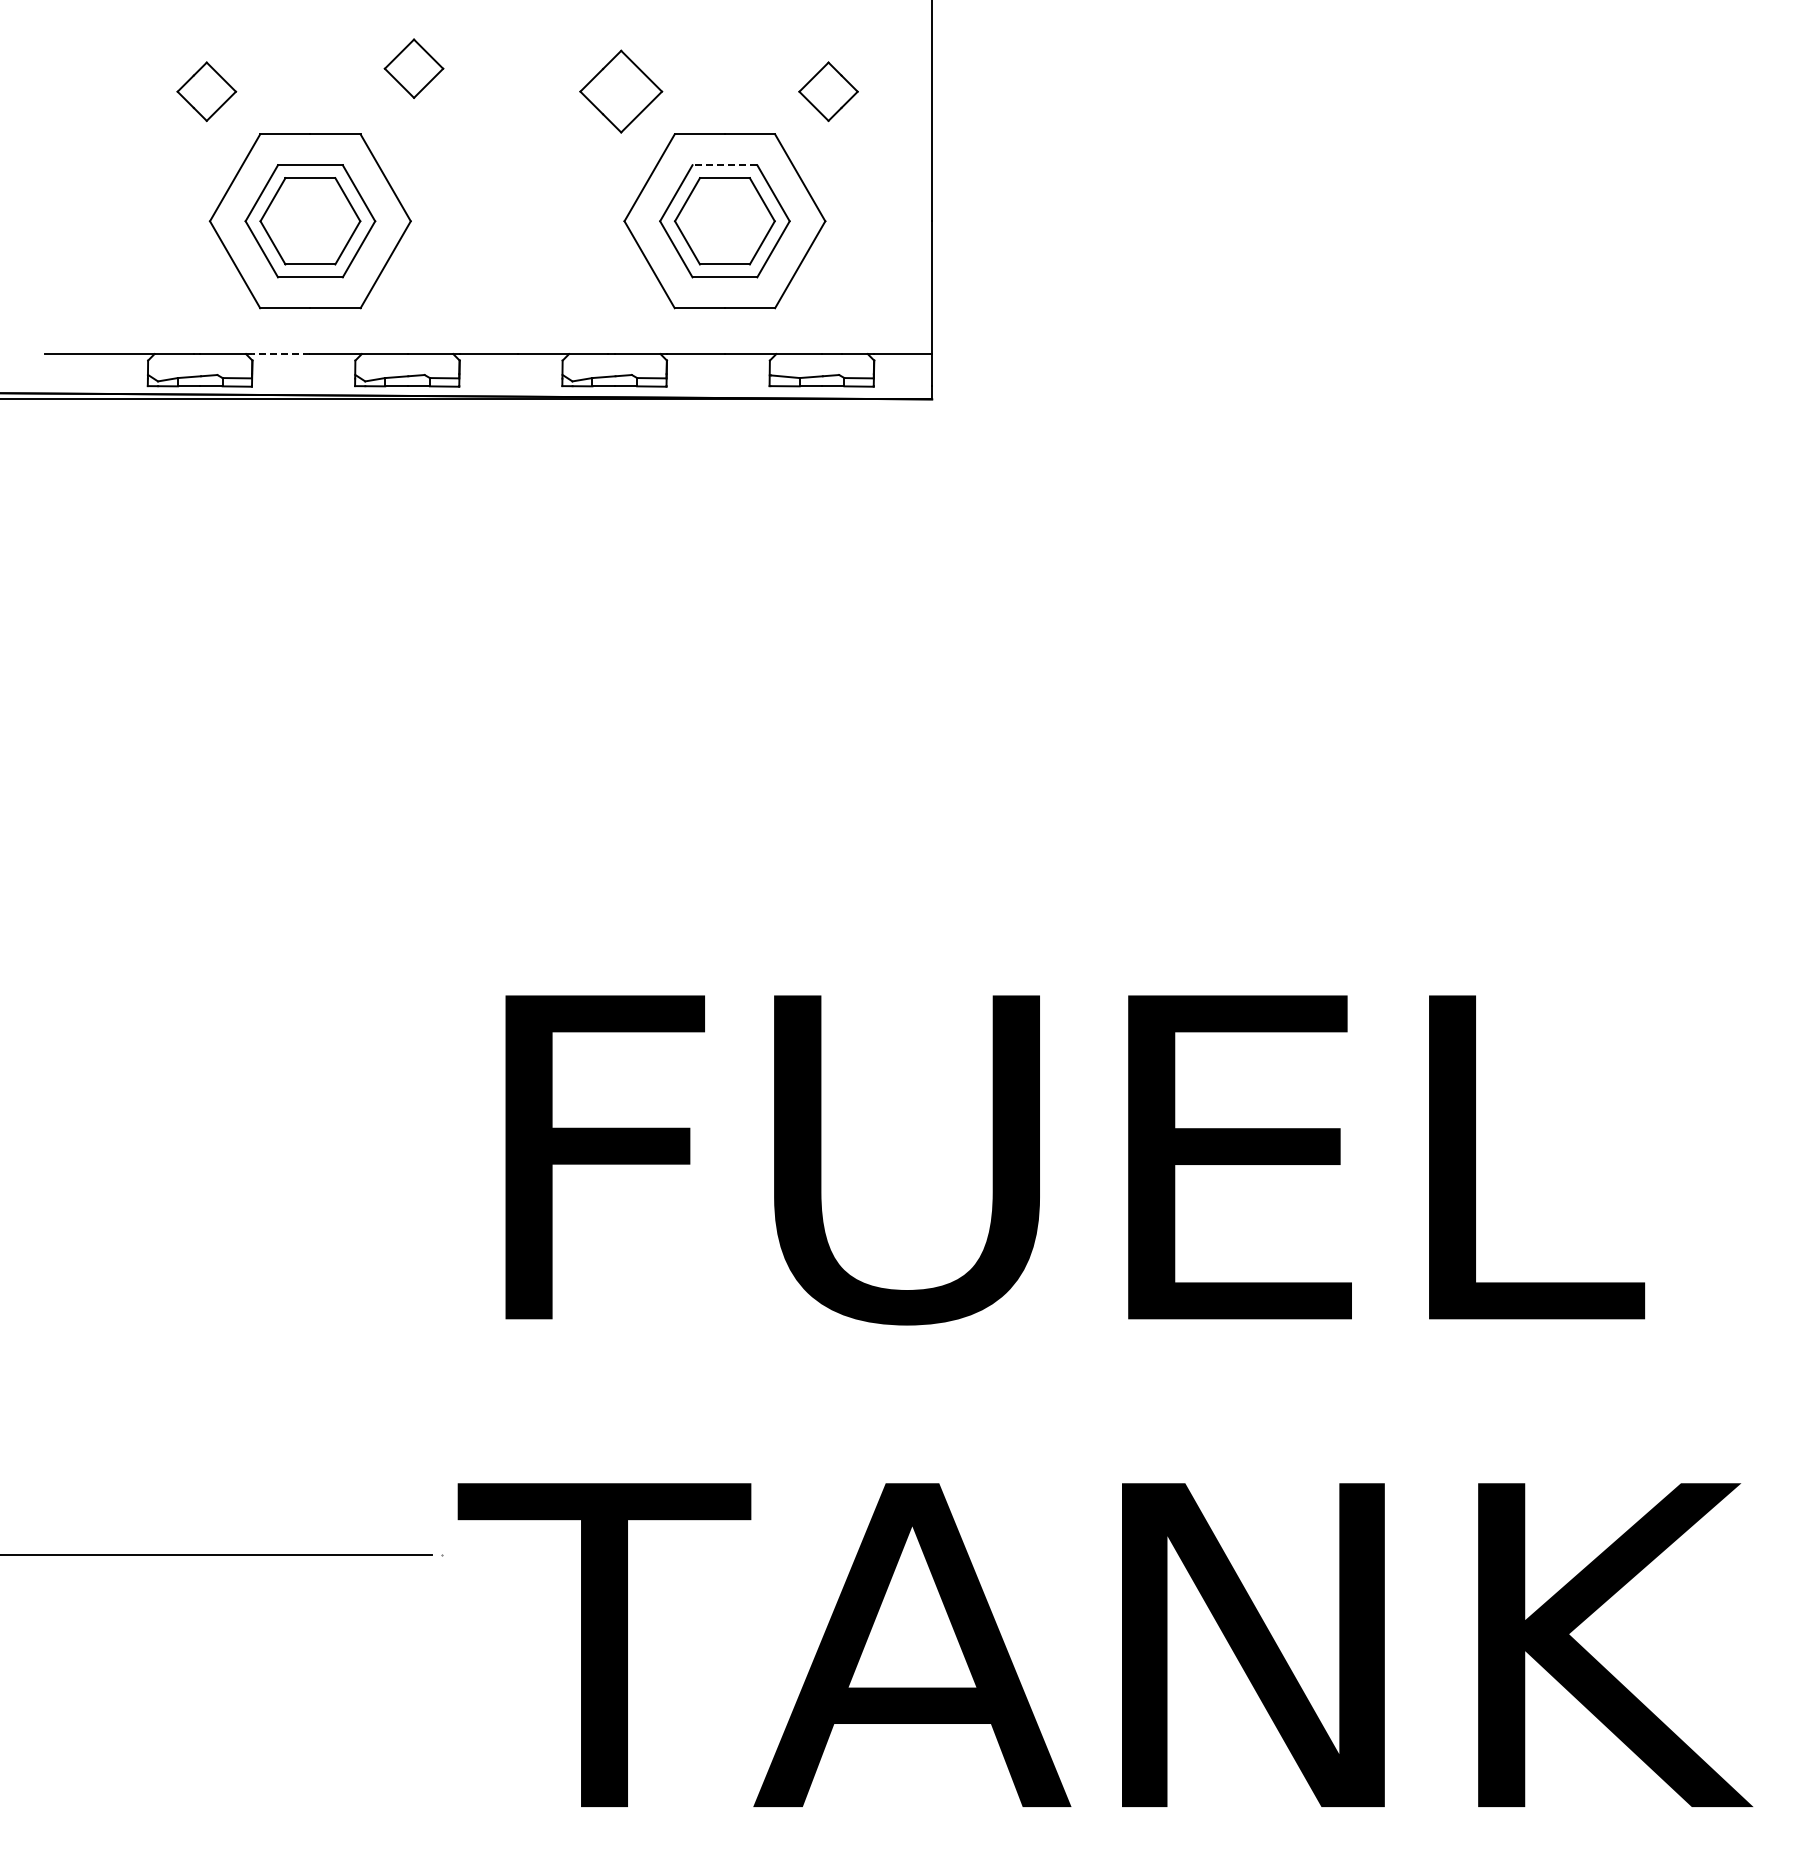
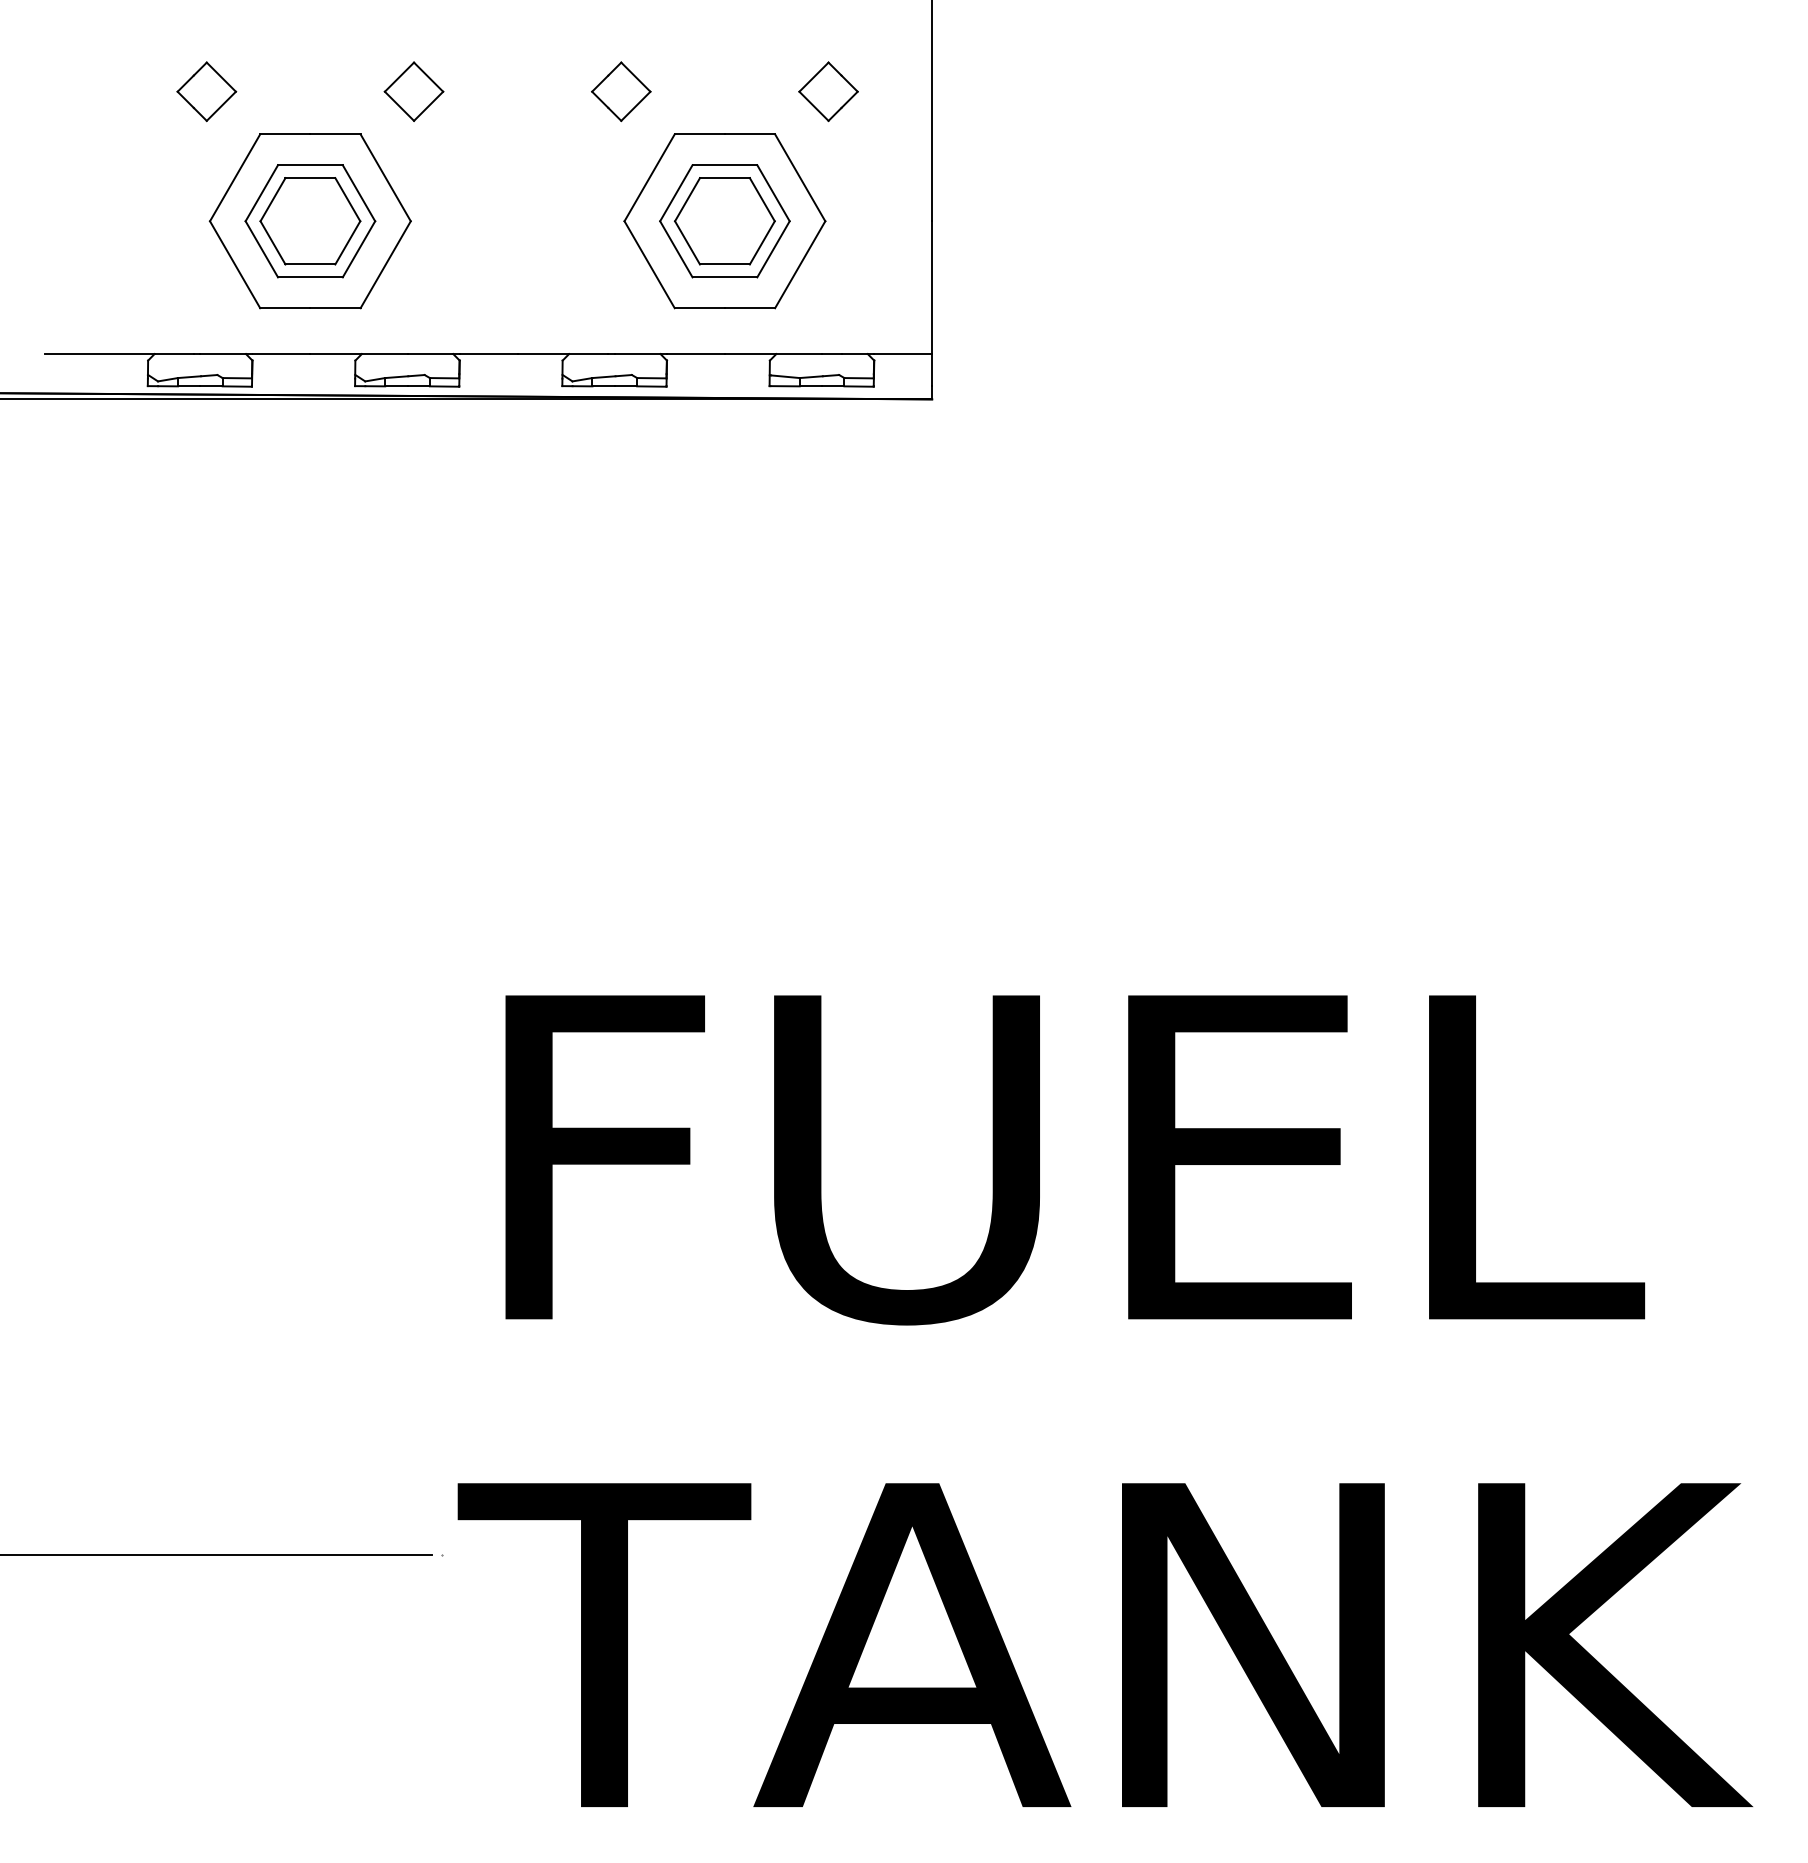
part at (413, 68) position: (413, 68) -> (413, 91)
part at (621, 91) size: 85x85 px -> 61x62 px
line at (724, 165): dashed -> solid
line at (281, 354): dashed -> solid
